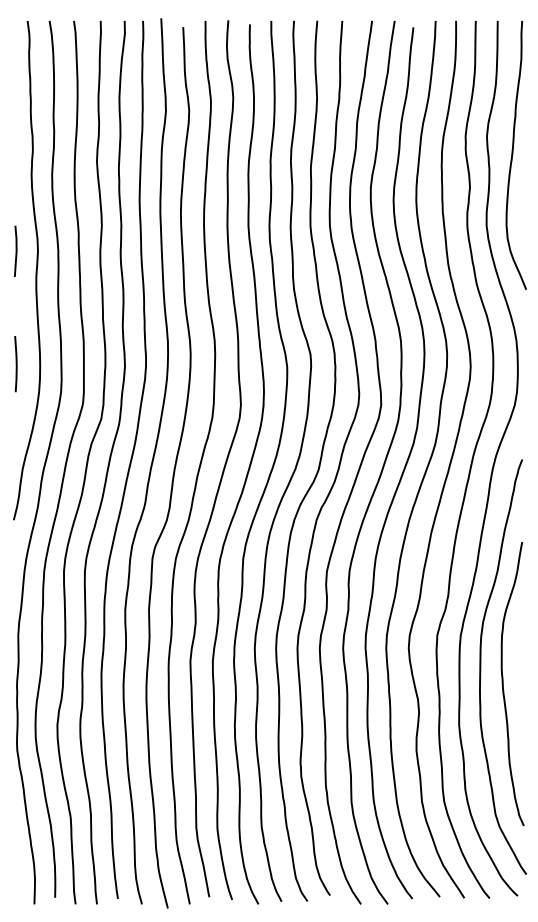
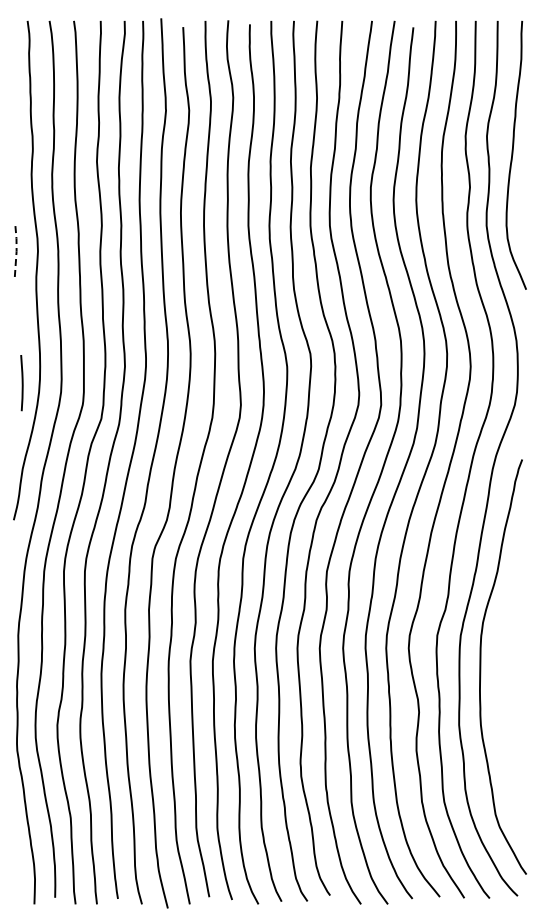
line at (16, 251): solid -> dashed
line at (15, 364) position: (15, 364) -> (21, 383)
curve at (503, 684): present -> none
